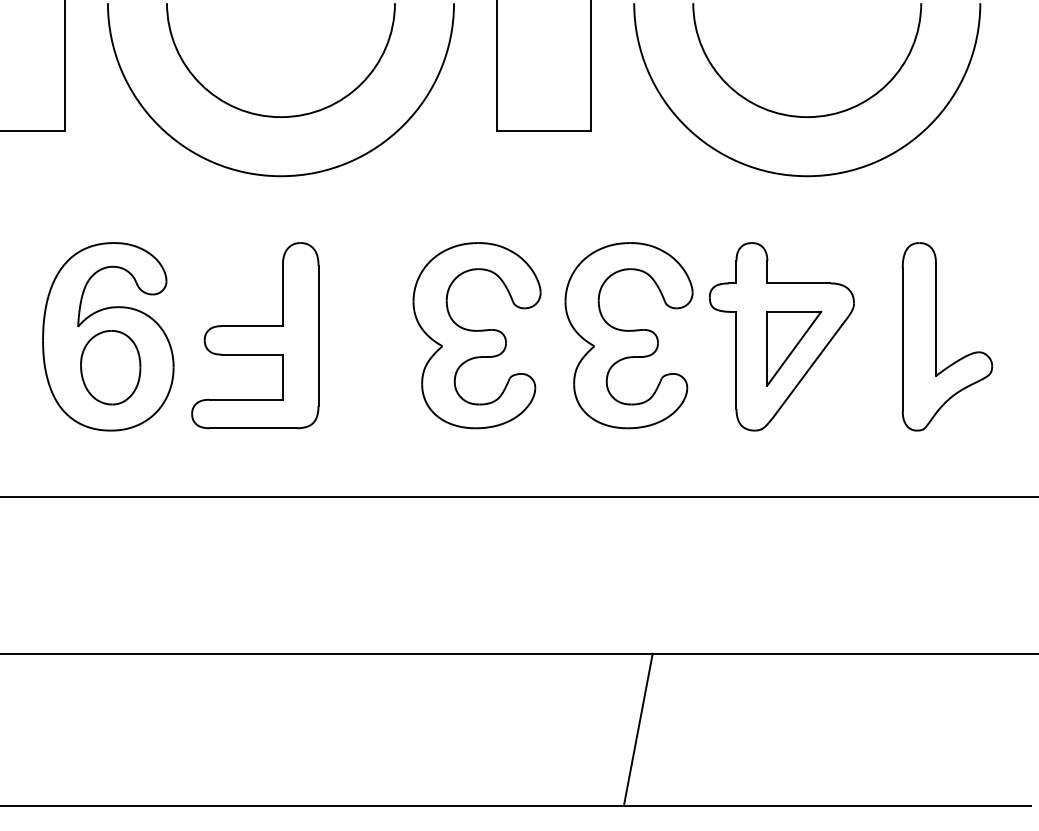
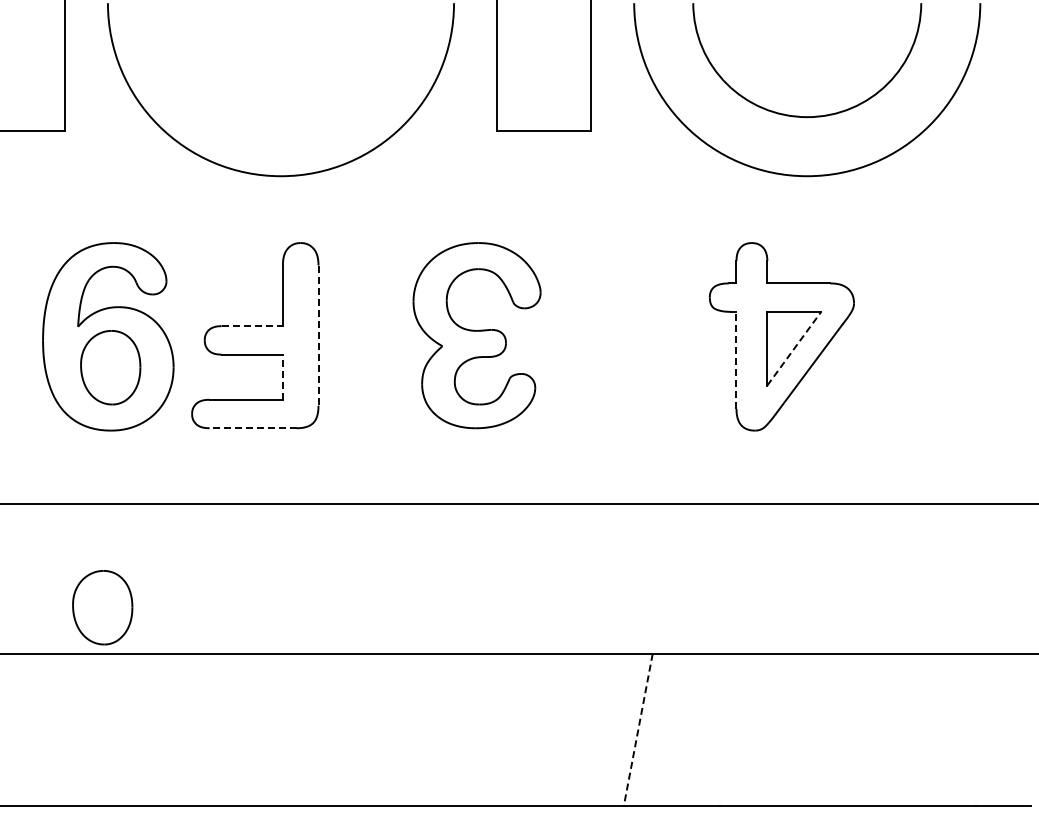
arc at (272, 115): present -> none
line at (252, 326): solid -> dashed
part at (628, 335): present -> none
line at (318, 336): solid -> dashed
part at (936, 336): present -> none
line at (794, 348): solid -> dashed
line at (736, 359): solid -> dashed
line at (282, 377): solid -> dashed
line at (253, 428): solid -> dashed
line at (518, 497) position: (518, 497) -> (518, 504)
part at (102, 607): none -> present
line at (638, 730): solid -> dashed
